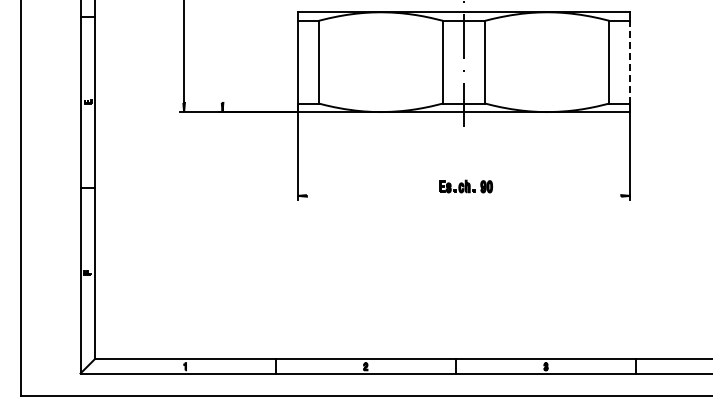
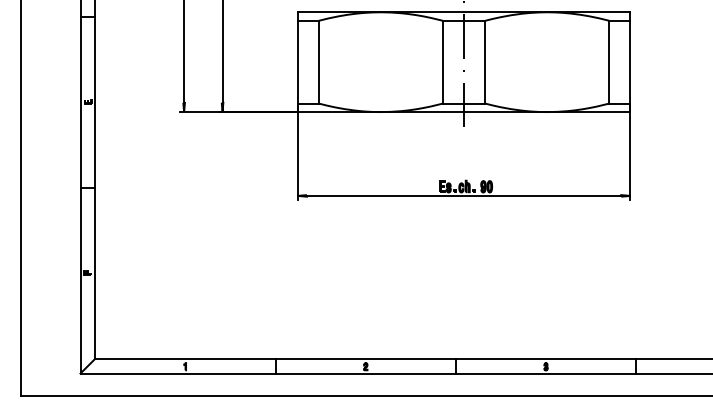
line at (222, 52): none -> present
line at (630, 61): dashed -> solid
line at (463, 195): none -> present
